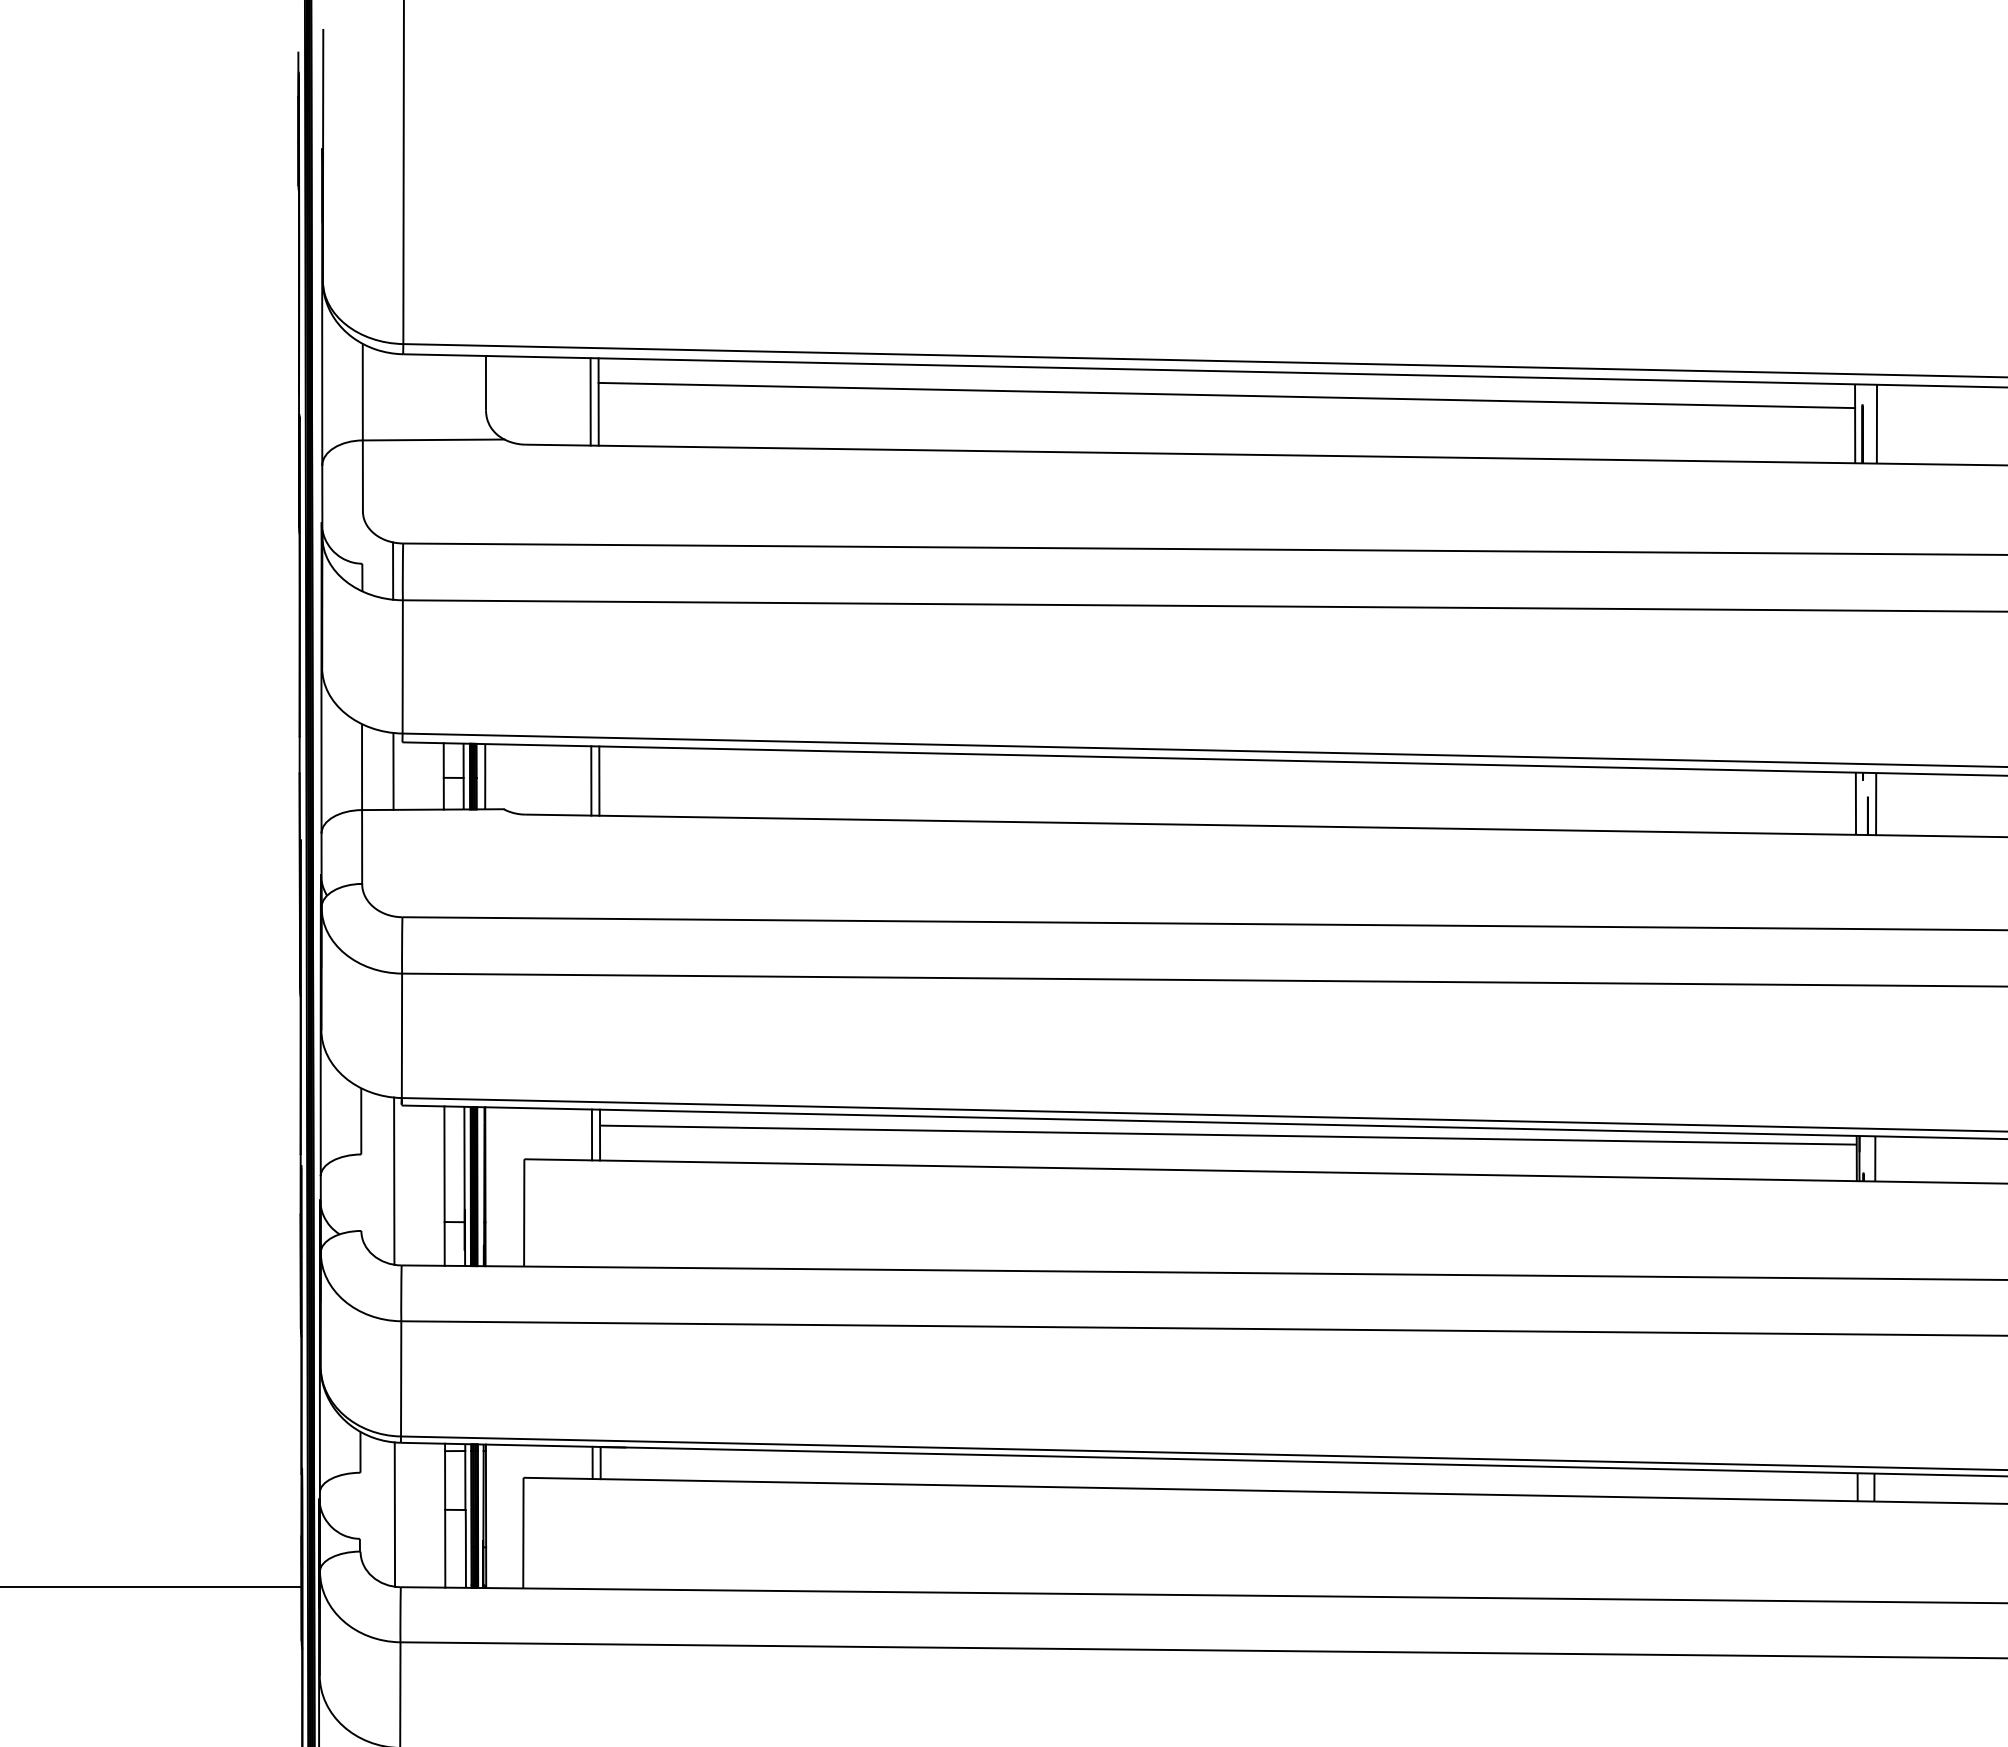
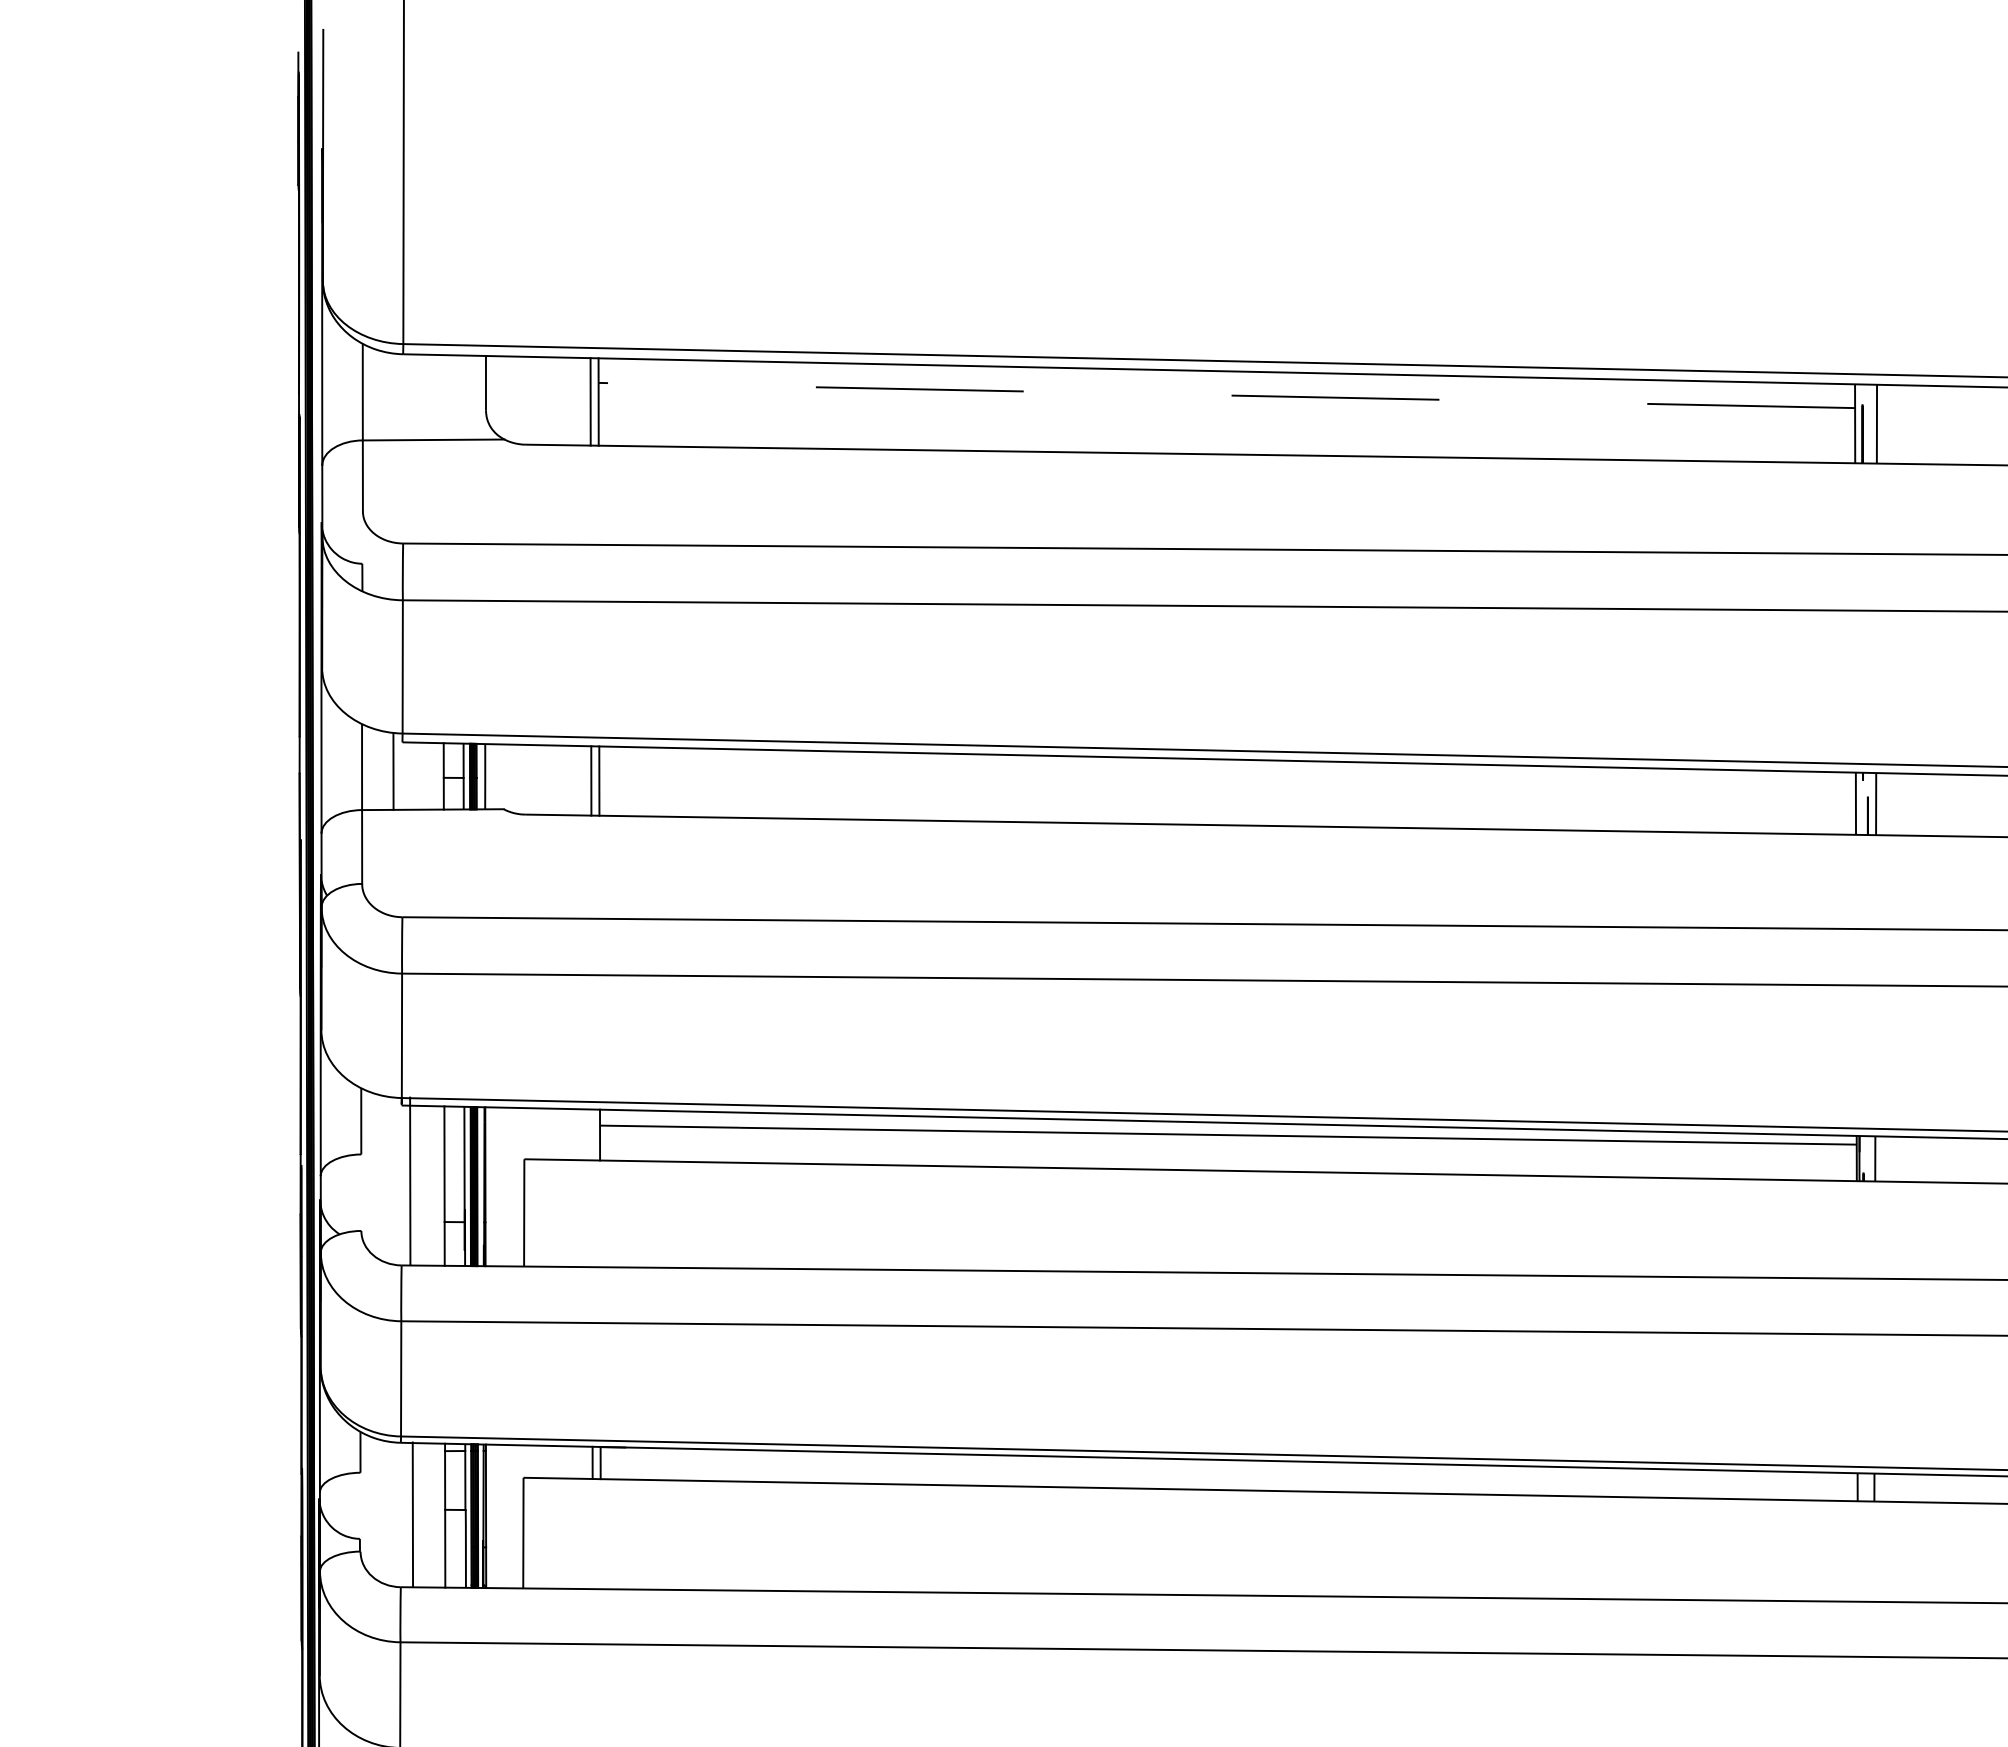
line at (1226, 395): solid -> dashed
line at (393, 570): present -> none
line at (591, 1134): present -> none
line at (394, 1180) position: (394, 1180) -> (410, 1180)
line at (394, 1514) position: (394, 1514) -> (412, 1514)
line at (151, 1587): present -> none
